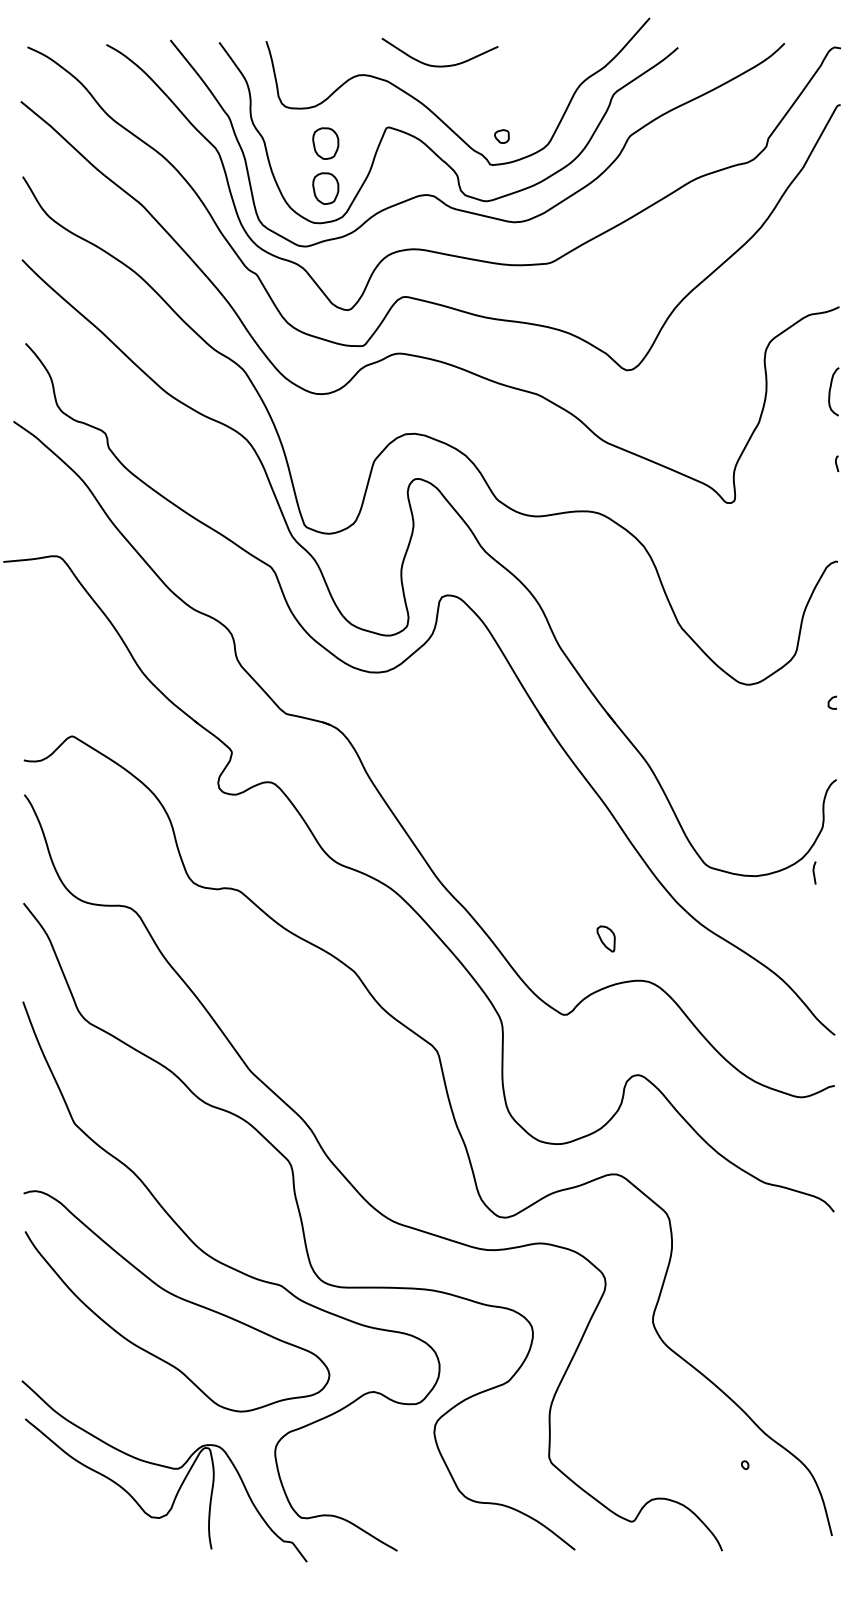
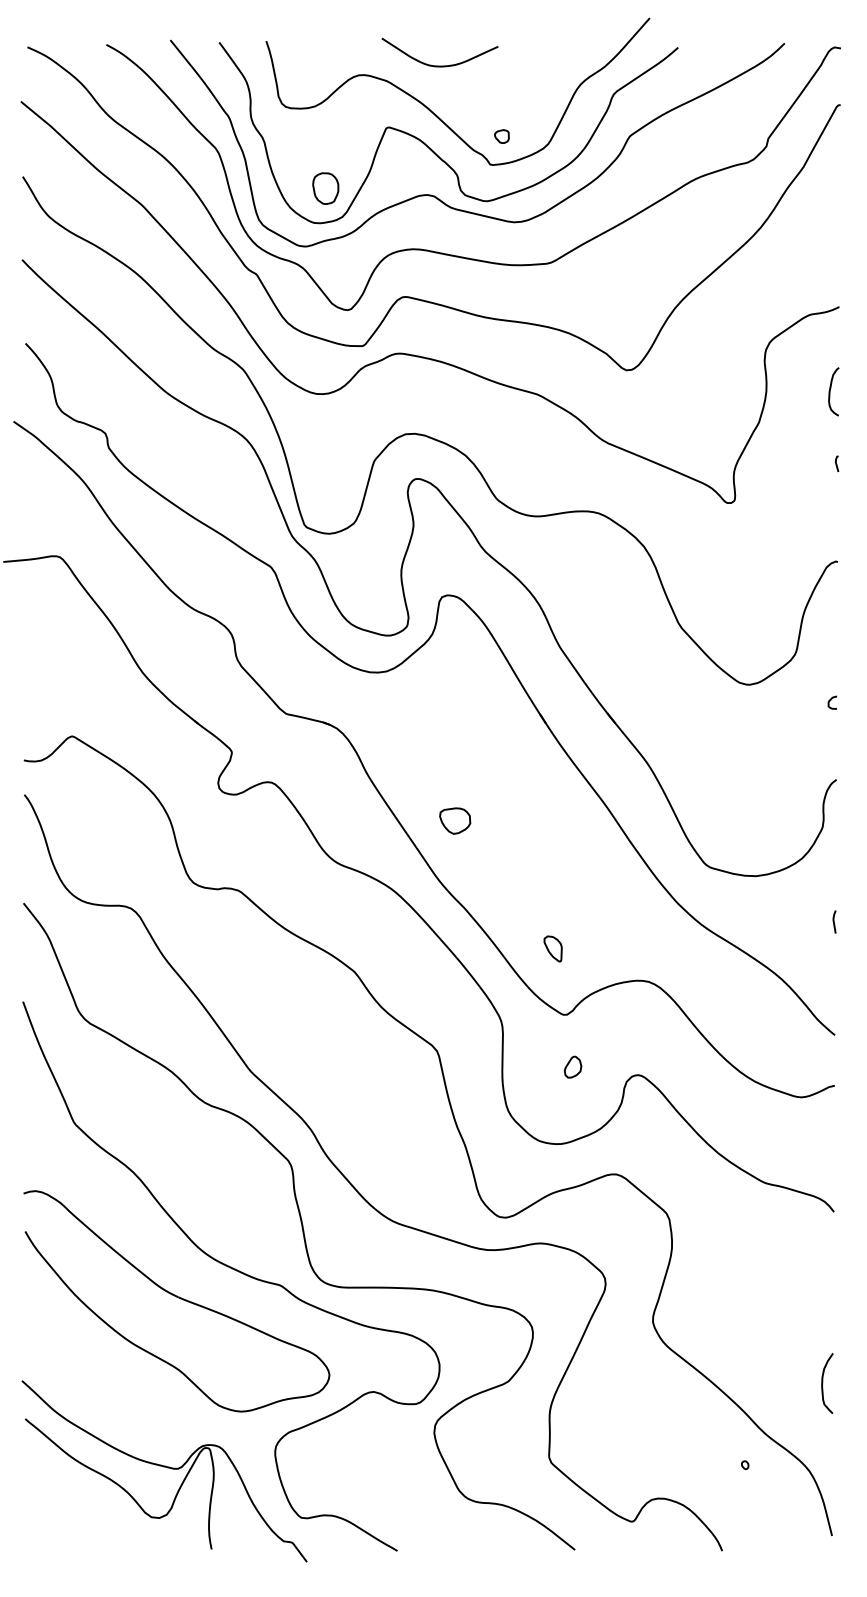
part at (325, 143): present -> none
part at (455, 820): none -> present
line at (814, 872) position: (814, 872) -> (834, 921)
part at (605, 938) position: (605, 938) -> (552, 948)
part at (573, 1066): none -> present
curve at (823, 1383): none -> present
